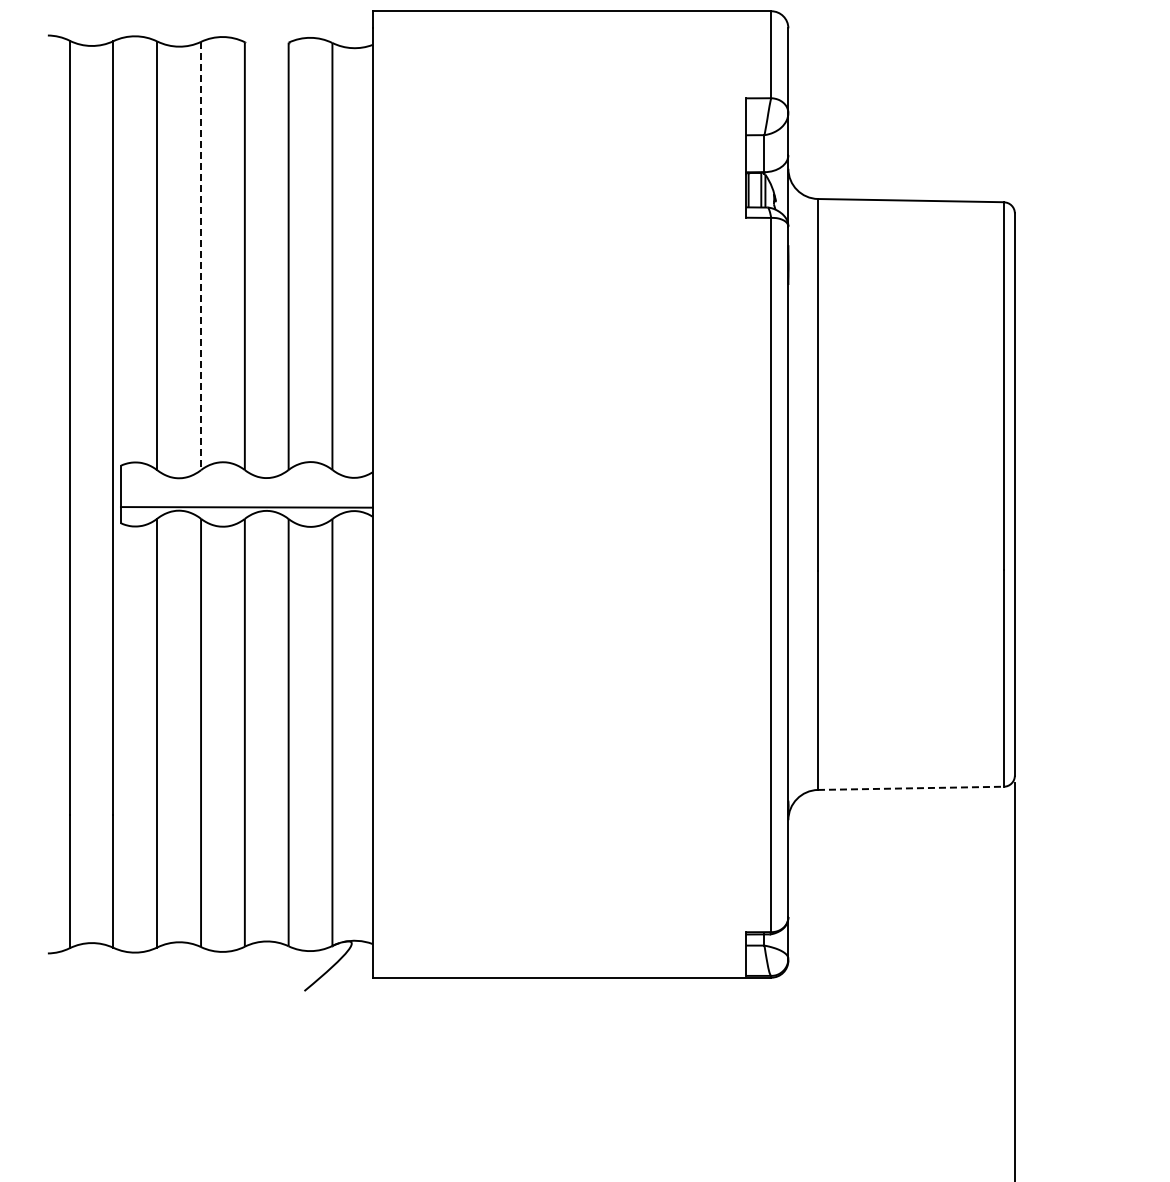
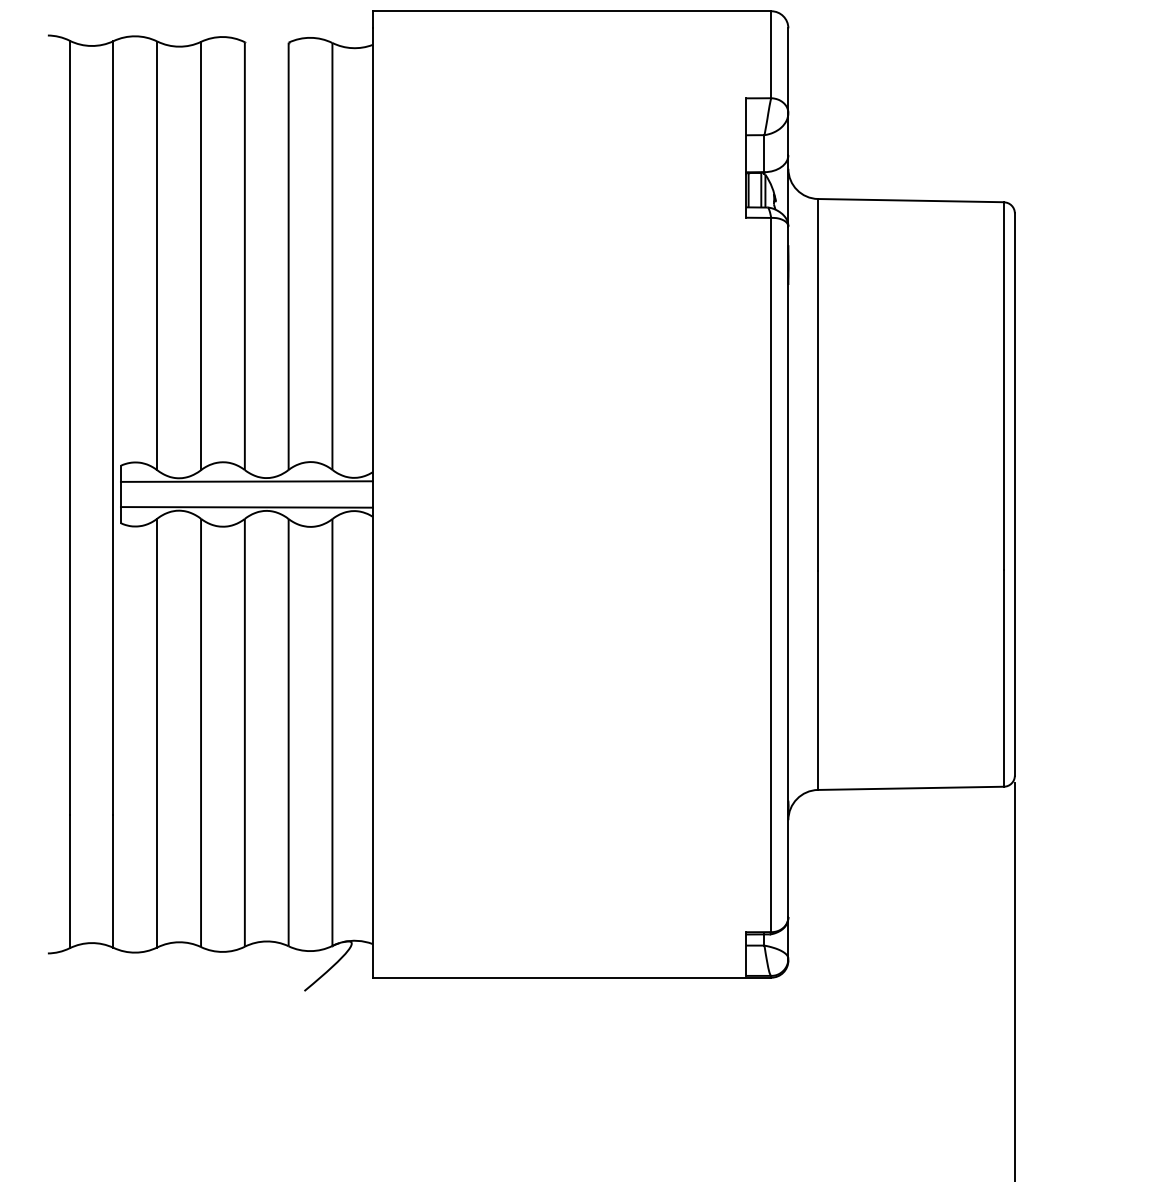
line at (201, 256): dashed -> solid
line at (246, 481): none -> present
line at (910, 788): dashed -> solid
